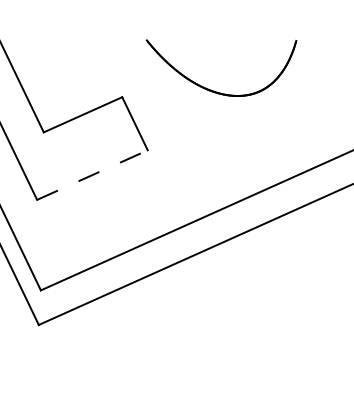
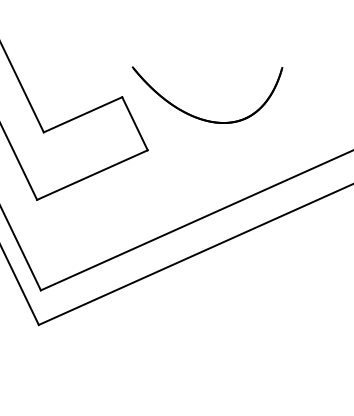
part at (213, 90) position: (213, 90) -> (199, 117)
line at (92, 175): dashed -> solid
